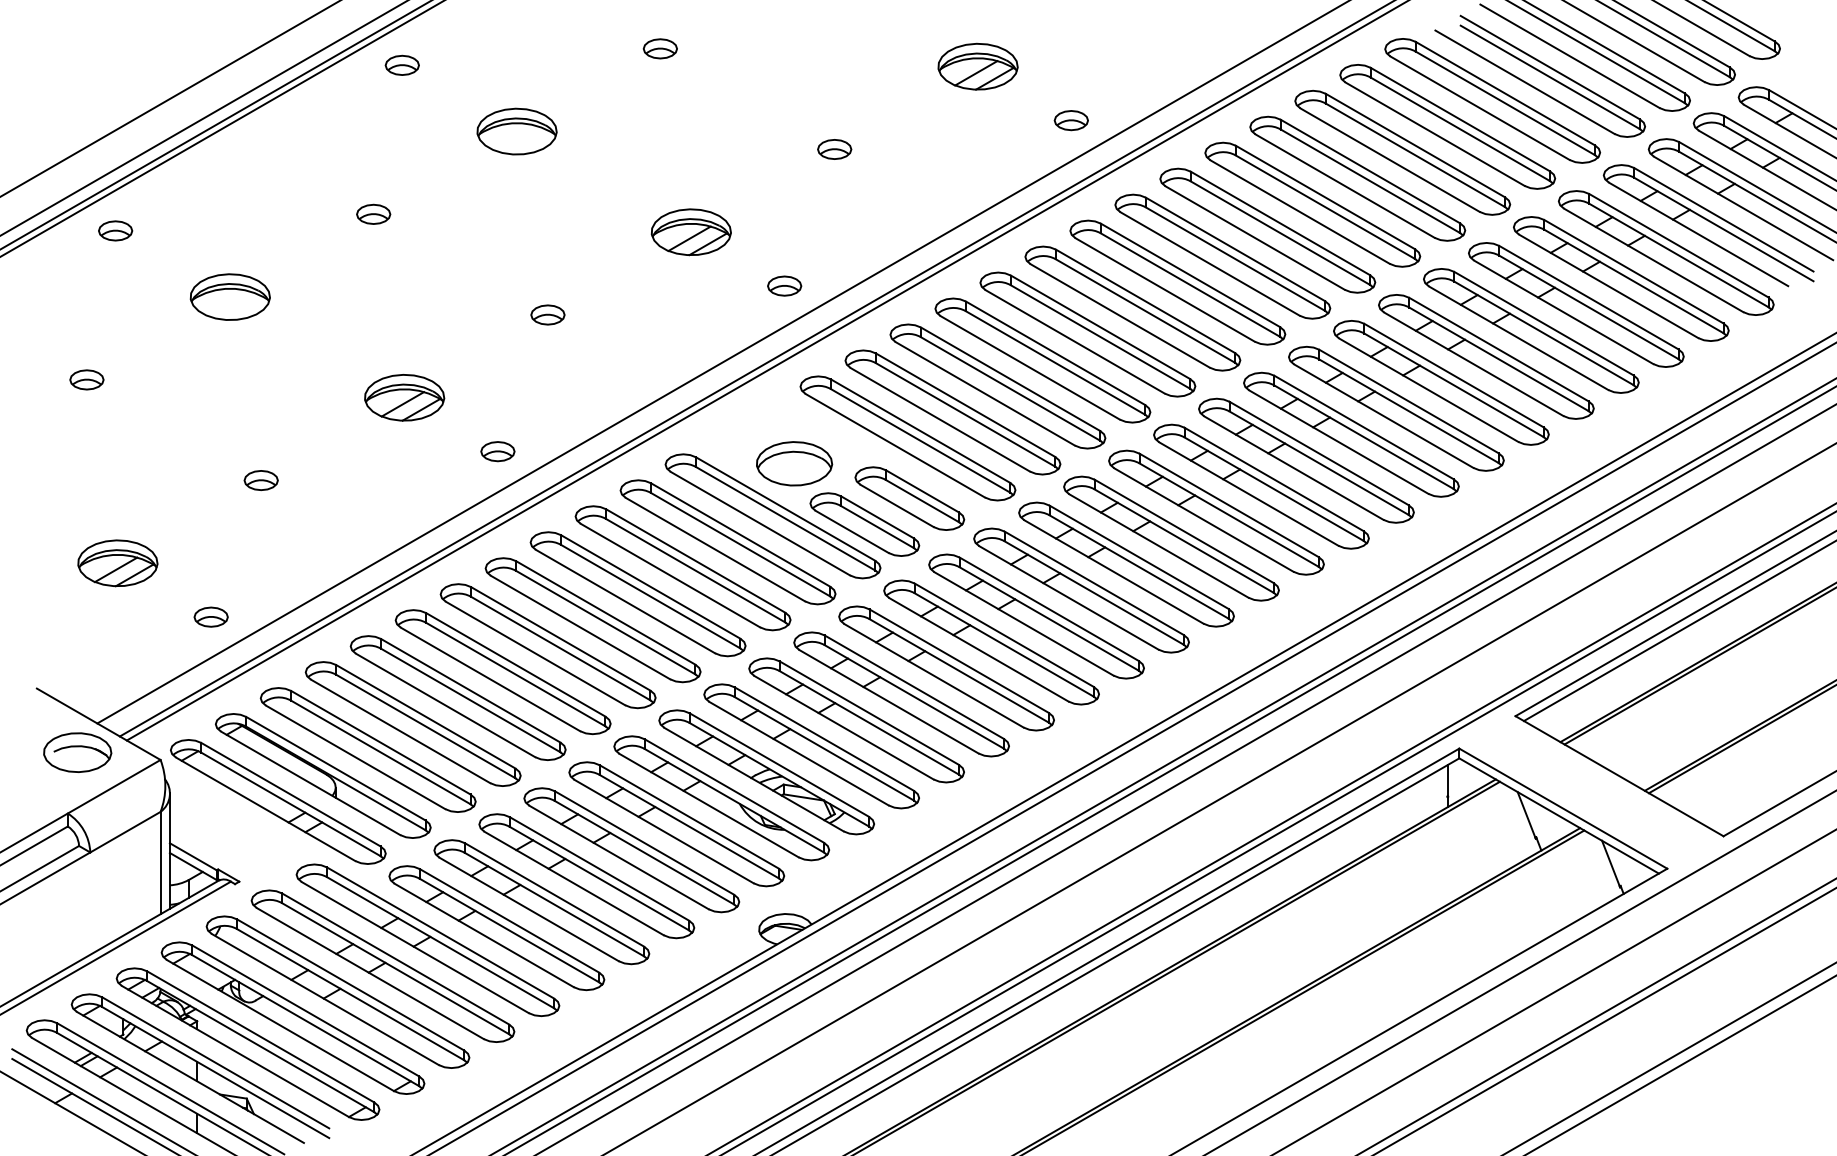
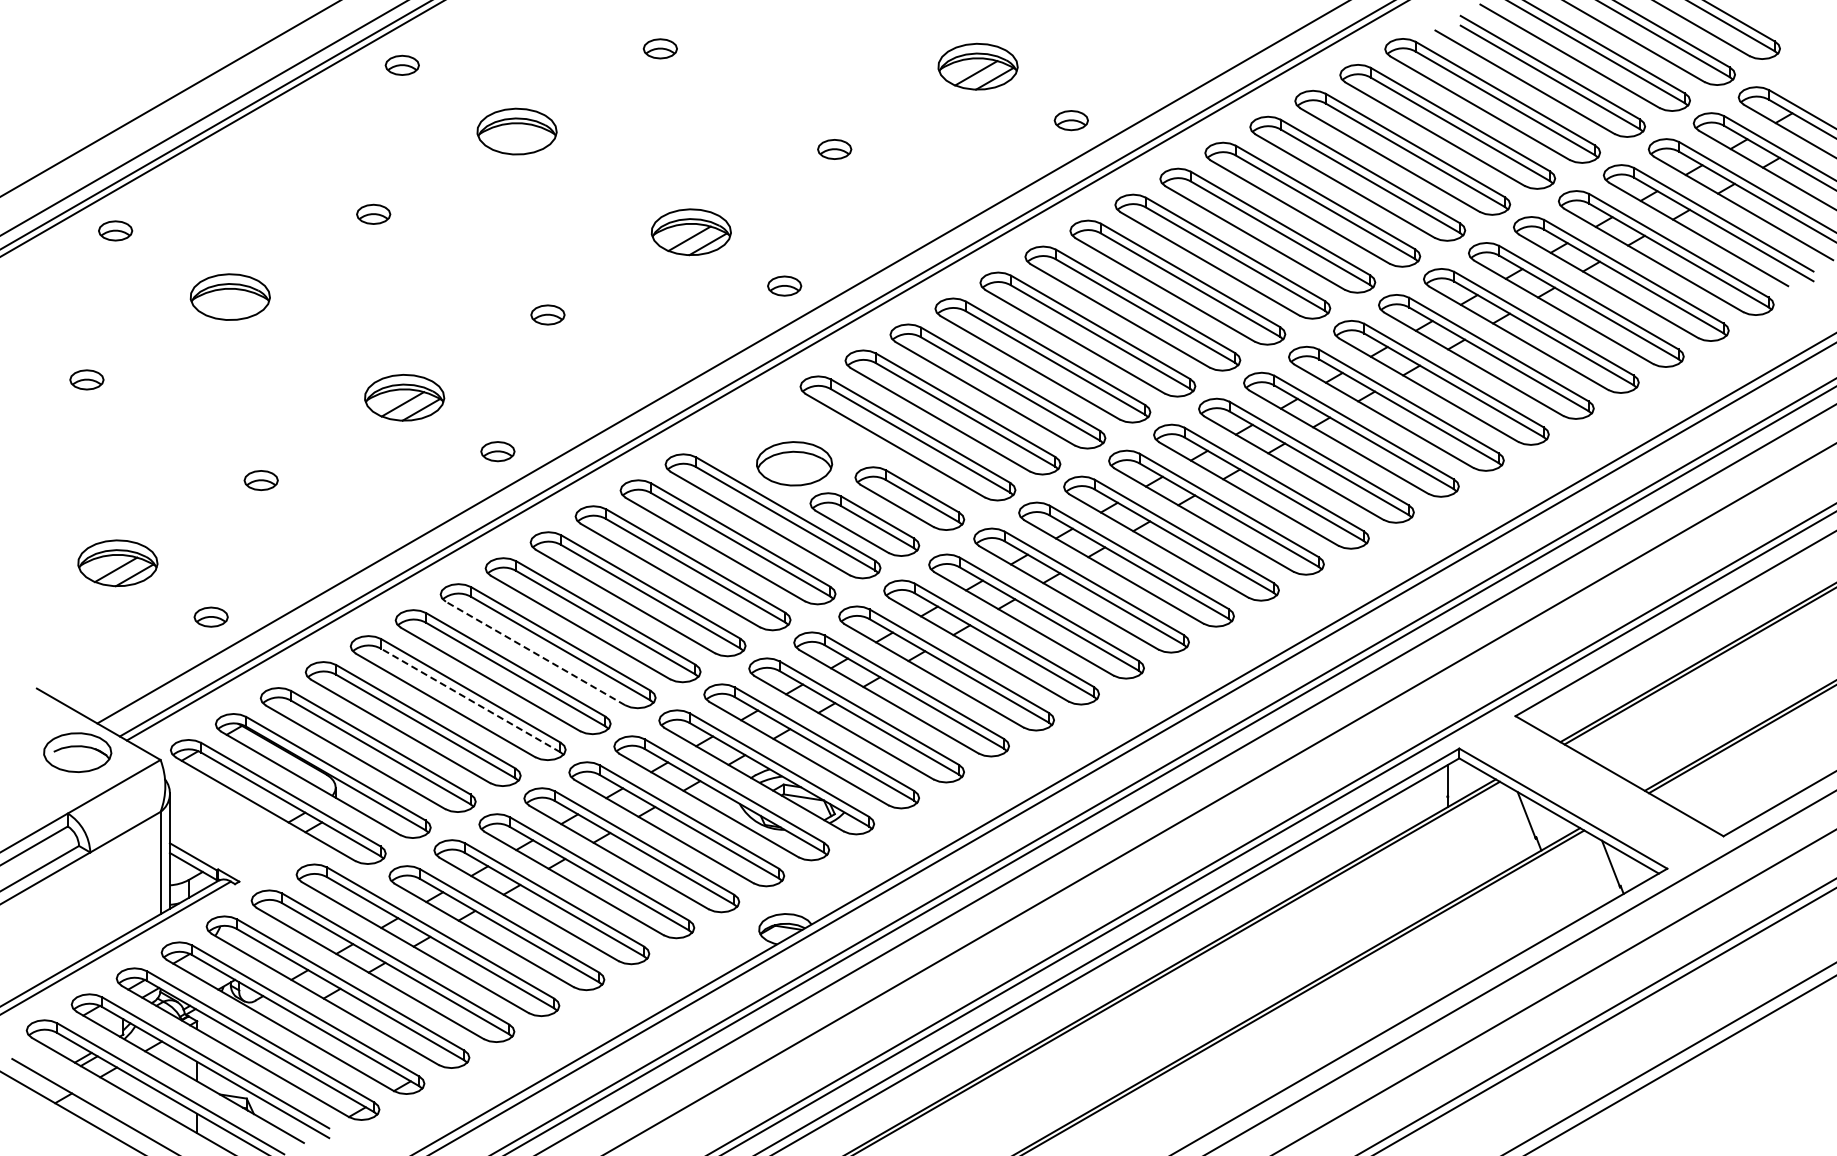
line at (1678, 631): present -> none
line at (535, 653): solid -> dashed
line at (470, 700): solid -> dashed
line at (101, 1100): present -> none
